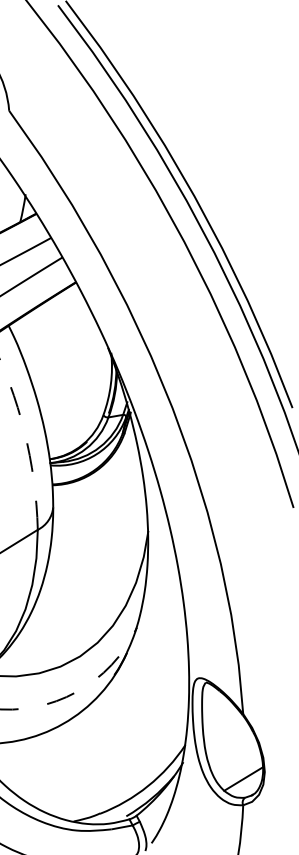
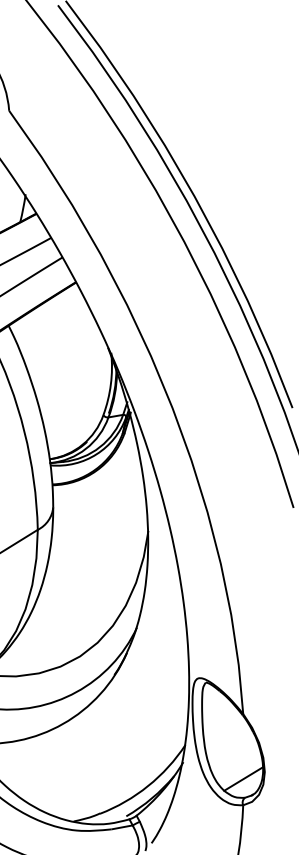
arc at (26, 442): dashed -> solid
arc at (80, 689): dashed -> solid
